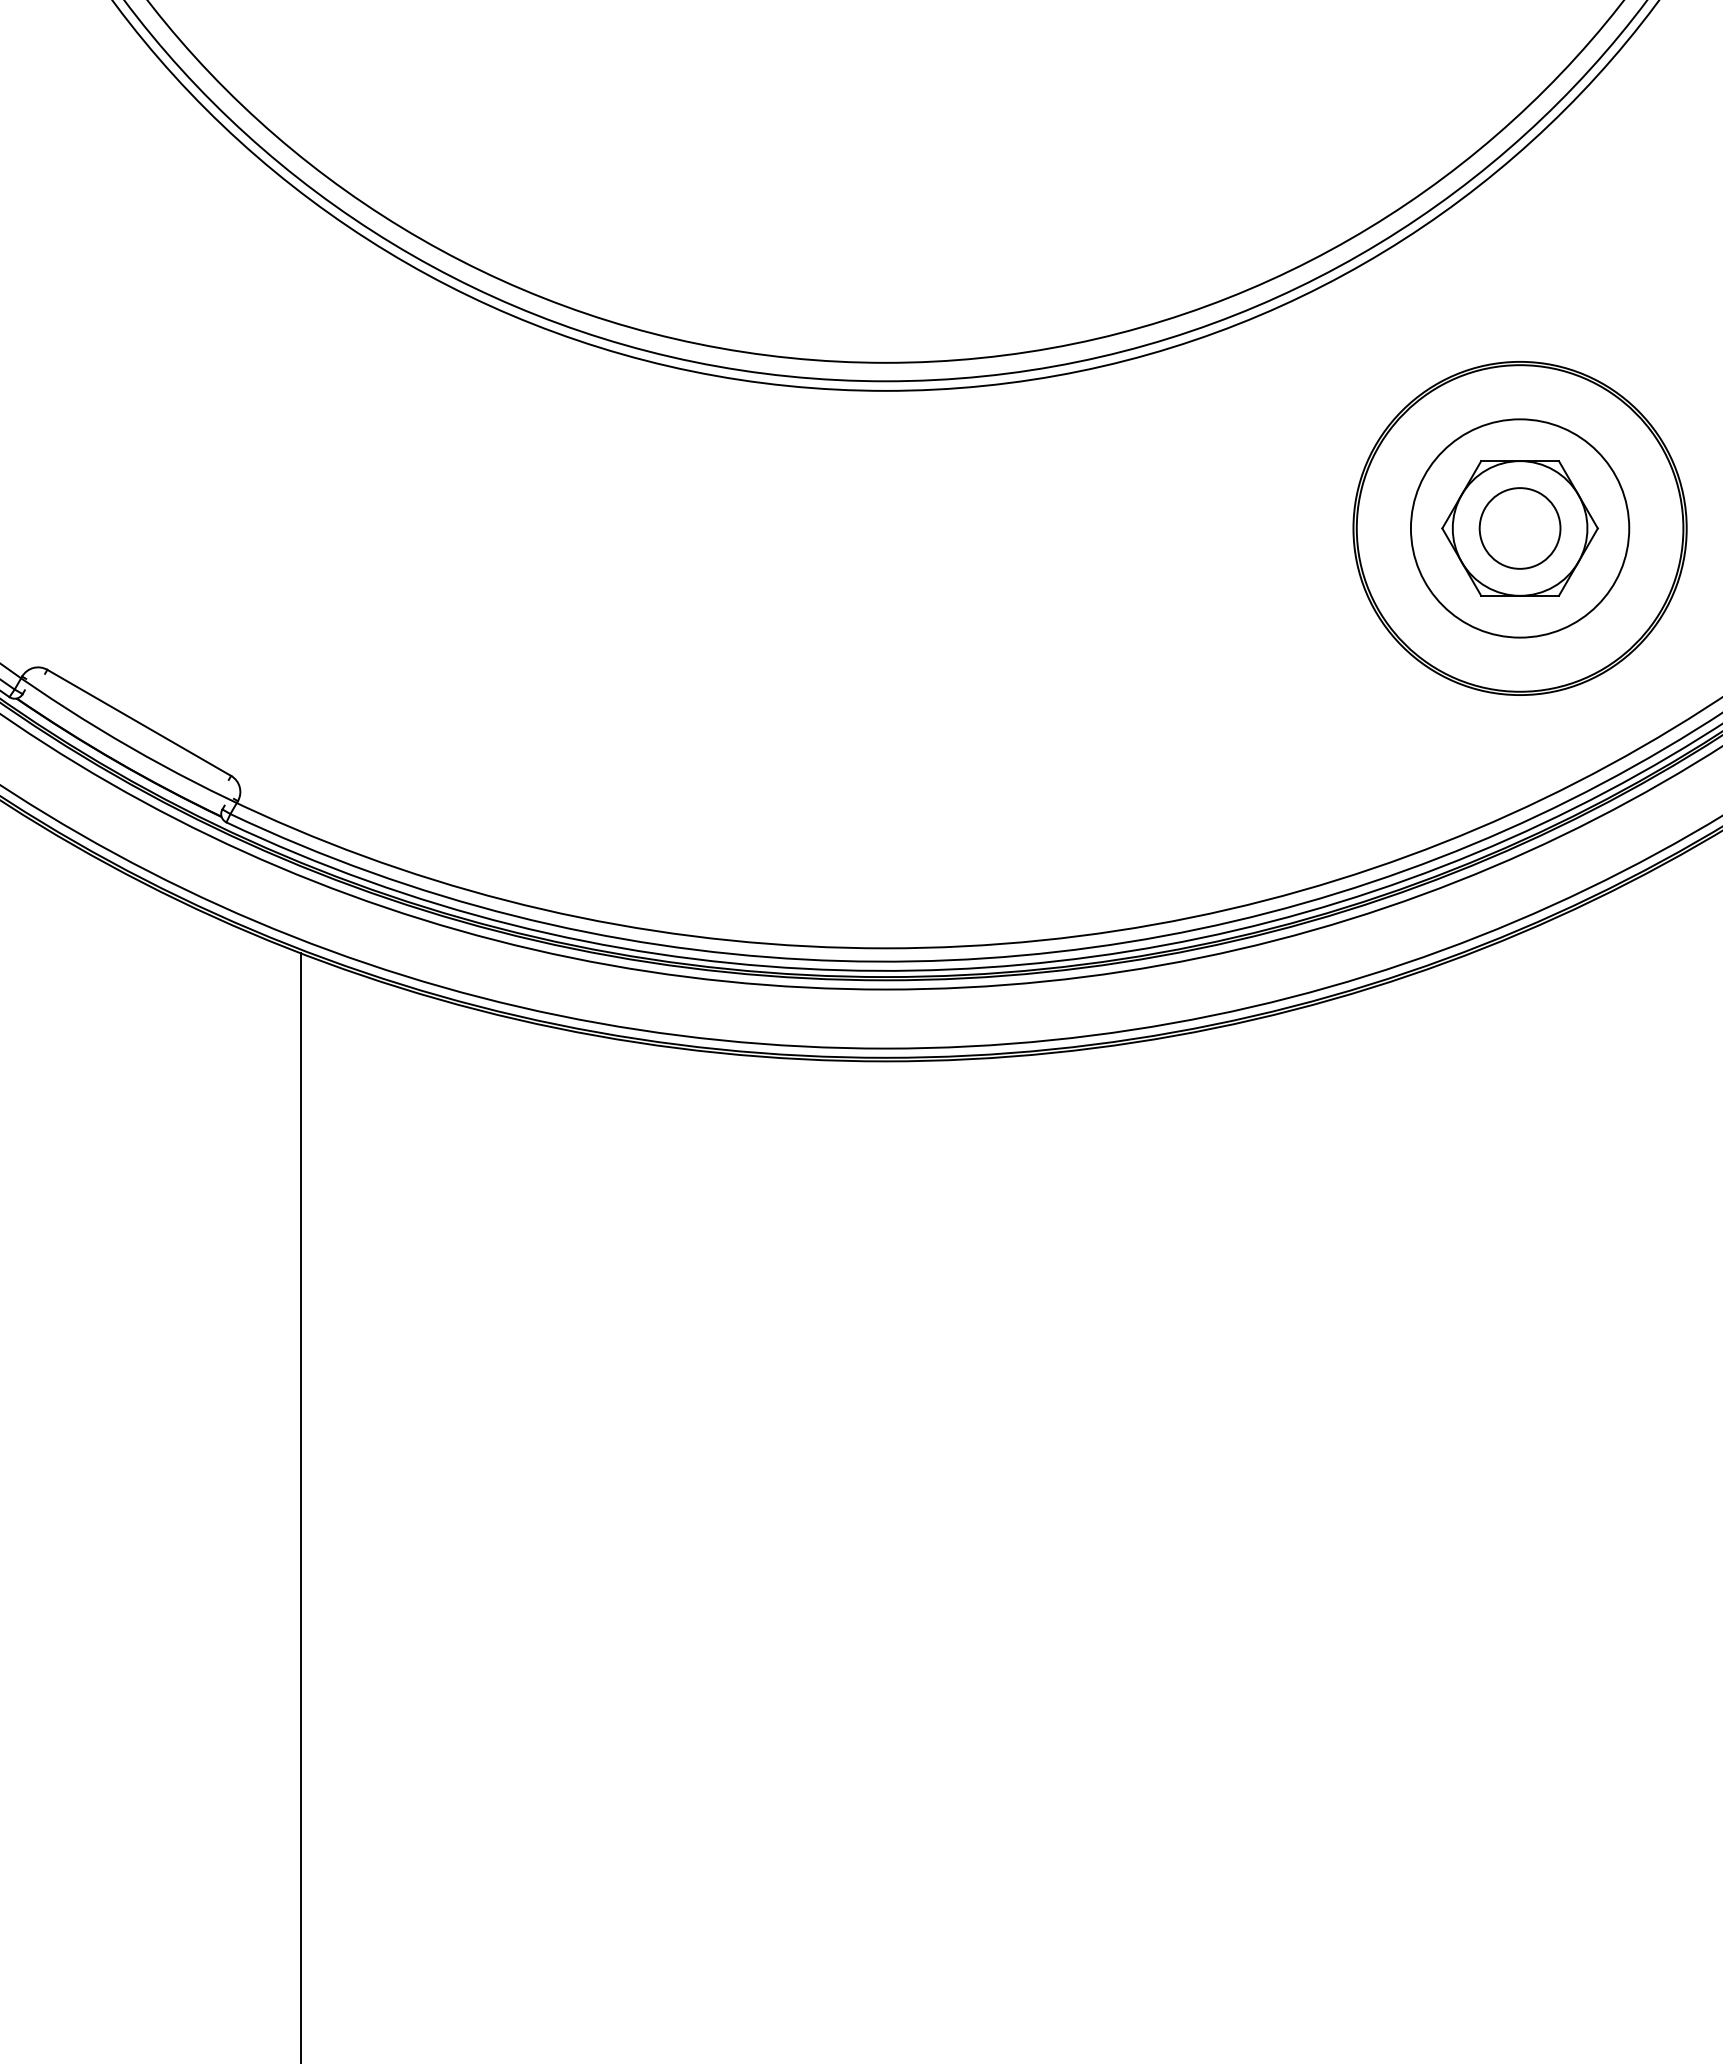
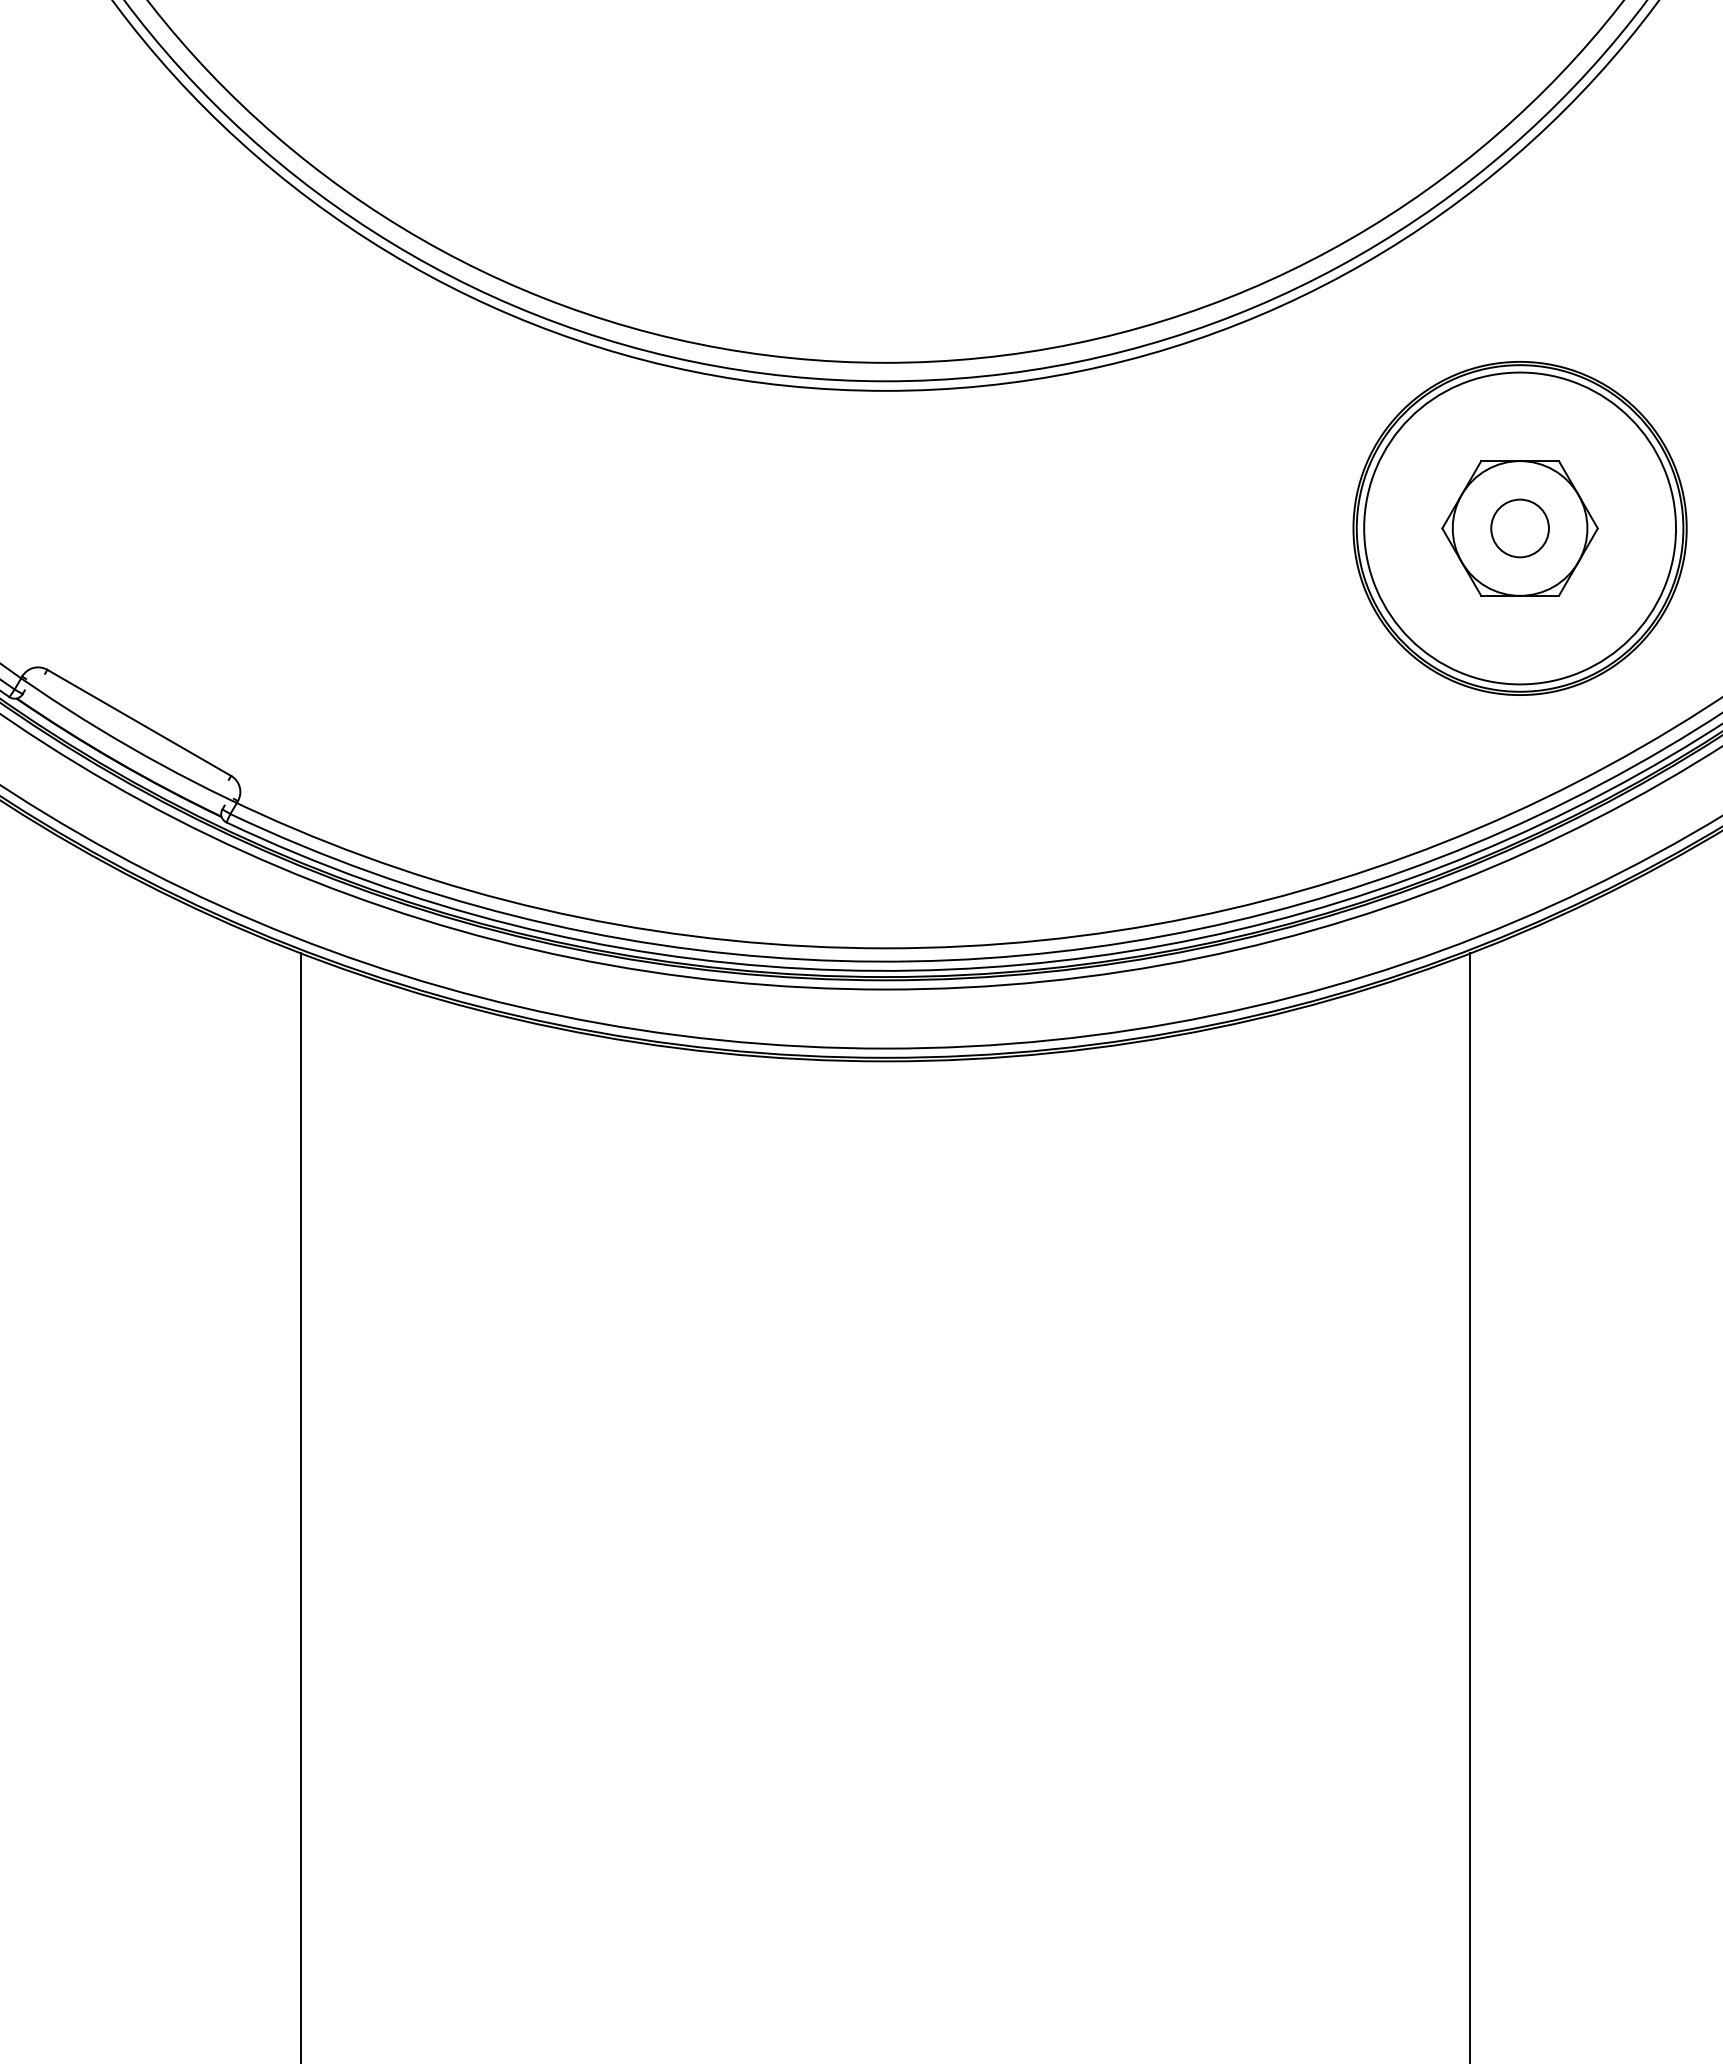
circle at (1519, 528) diameter: 218 px -> 312 px
circle at (1519, 528) diameter: 81 px -> 58 px
line at (1470, 1506): none -> present
